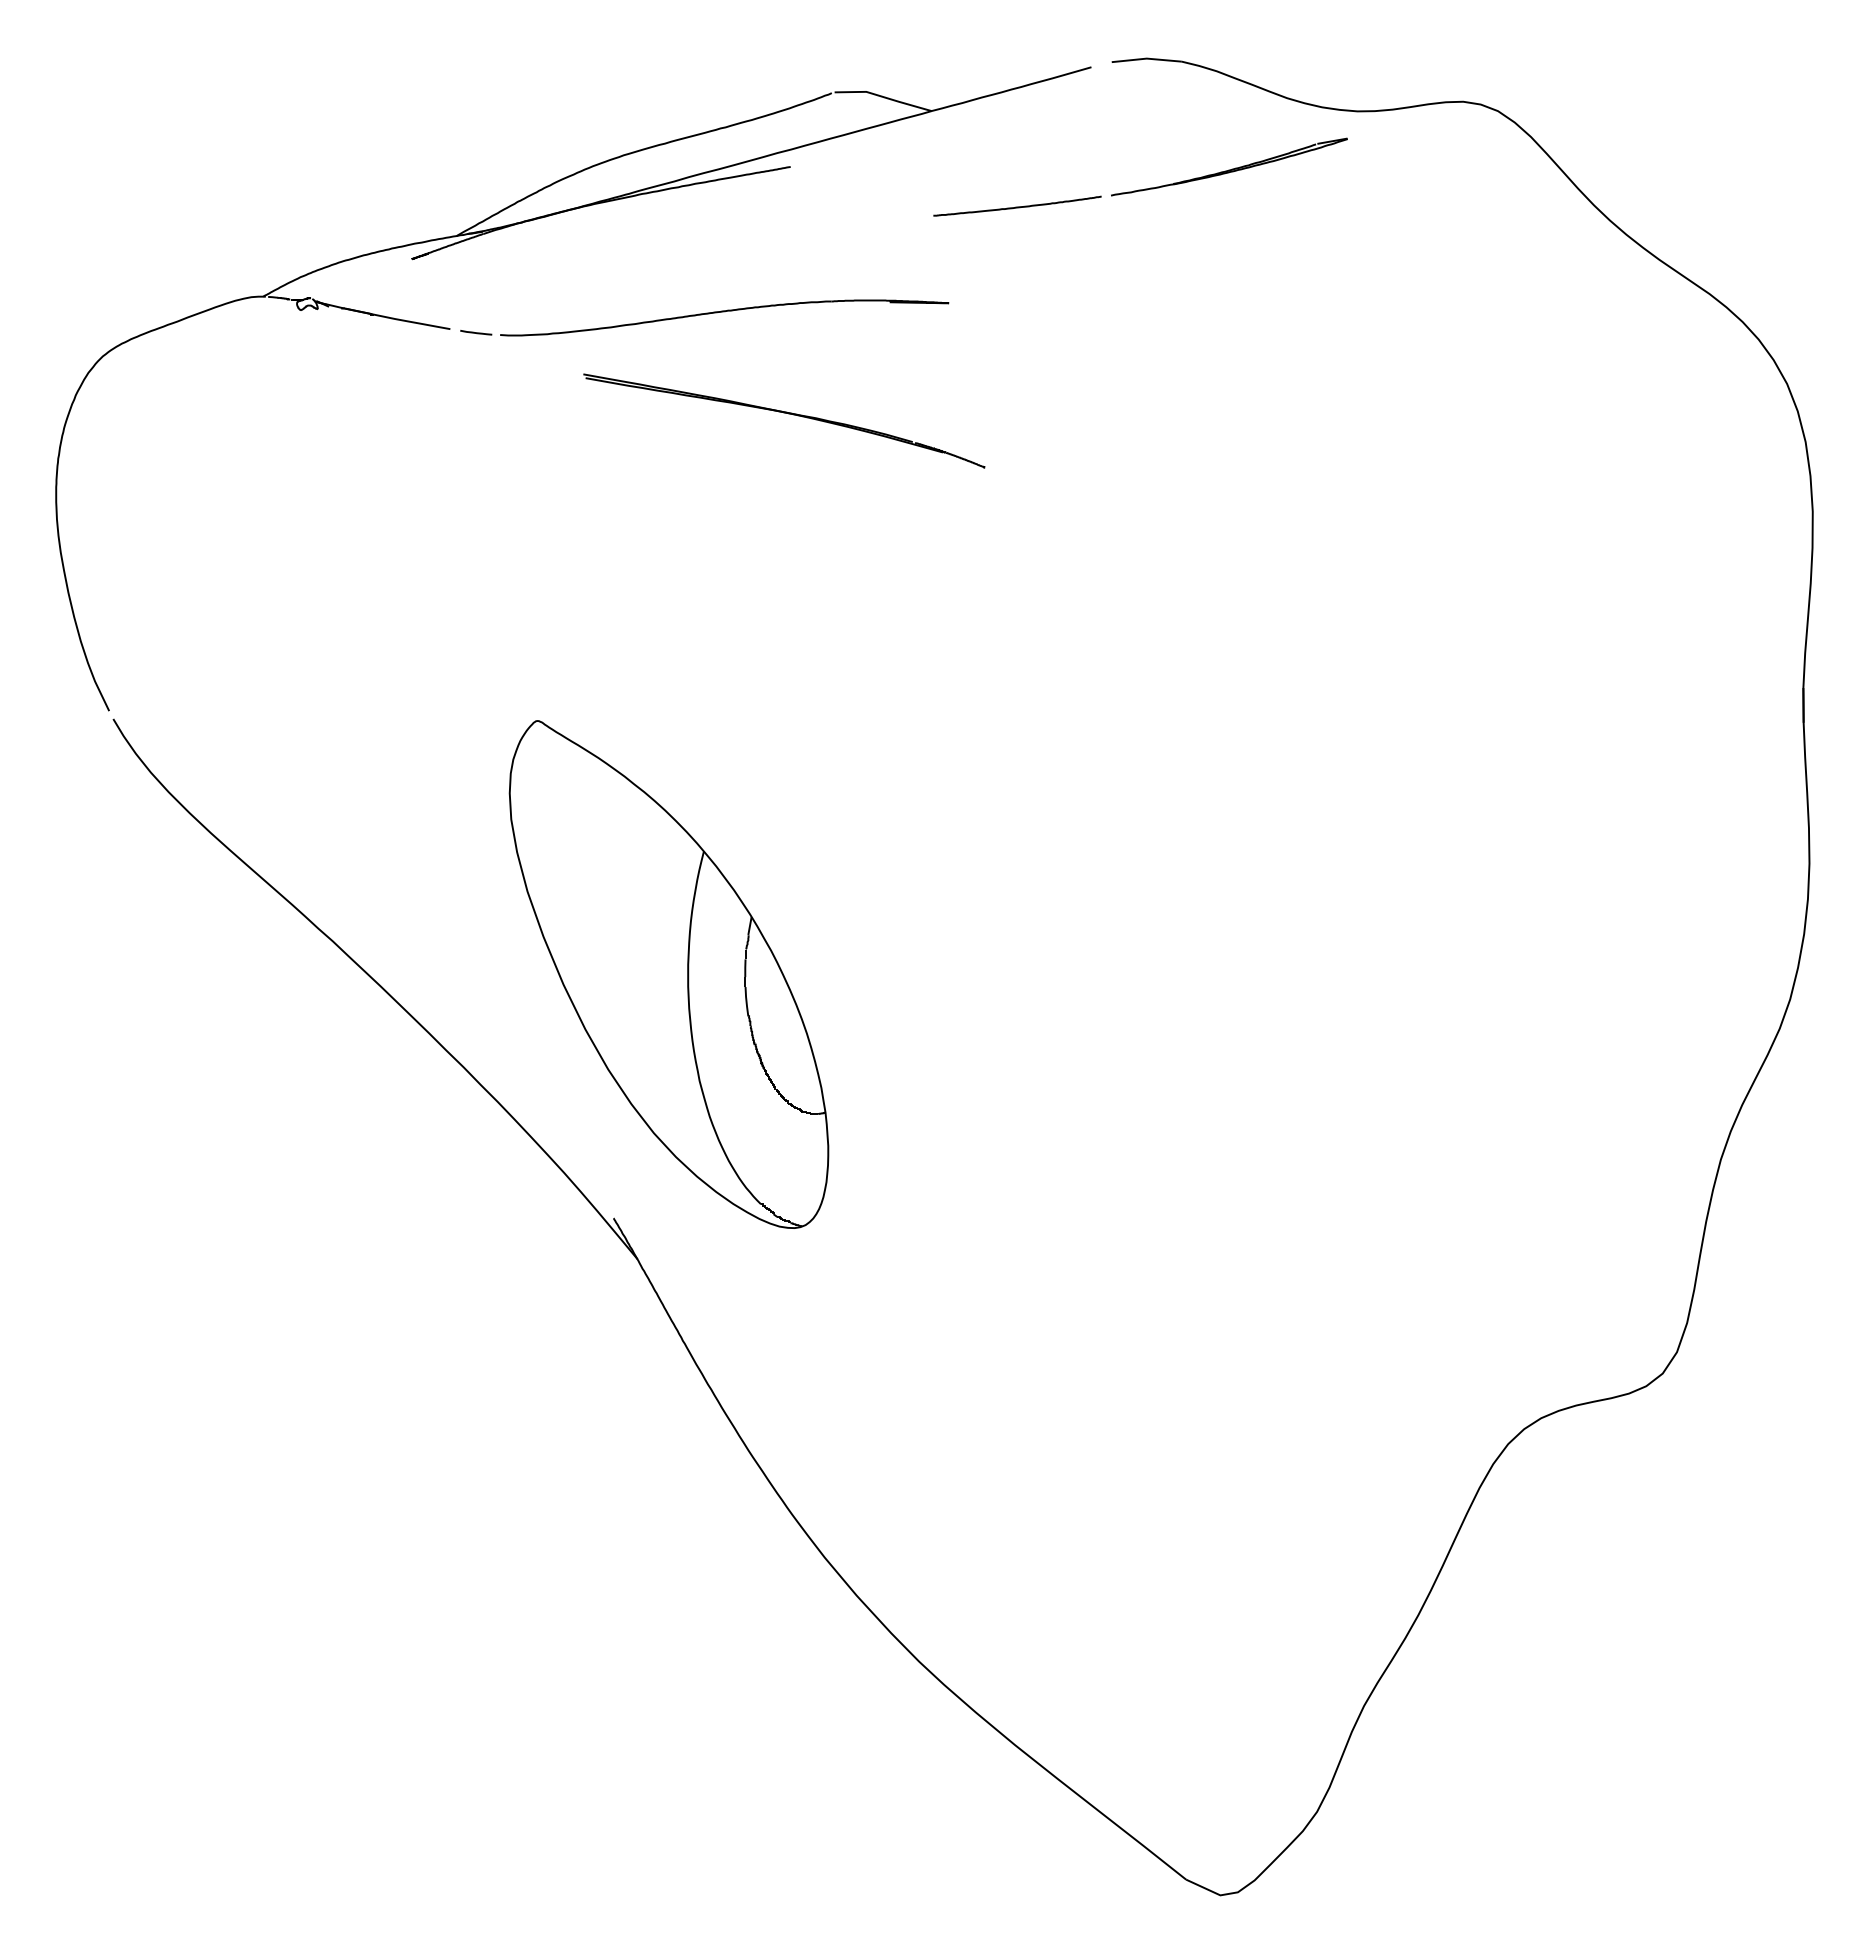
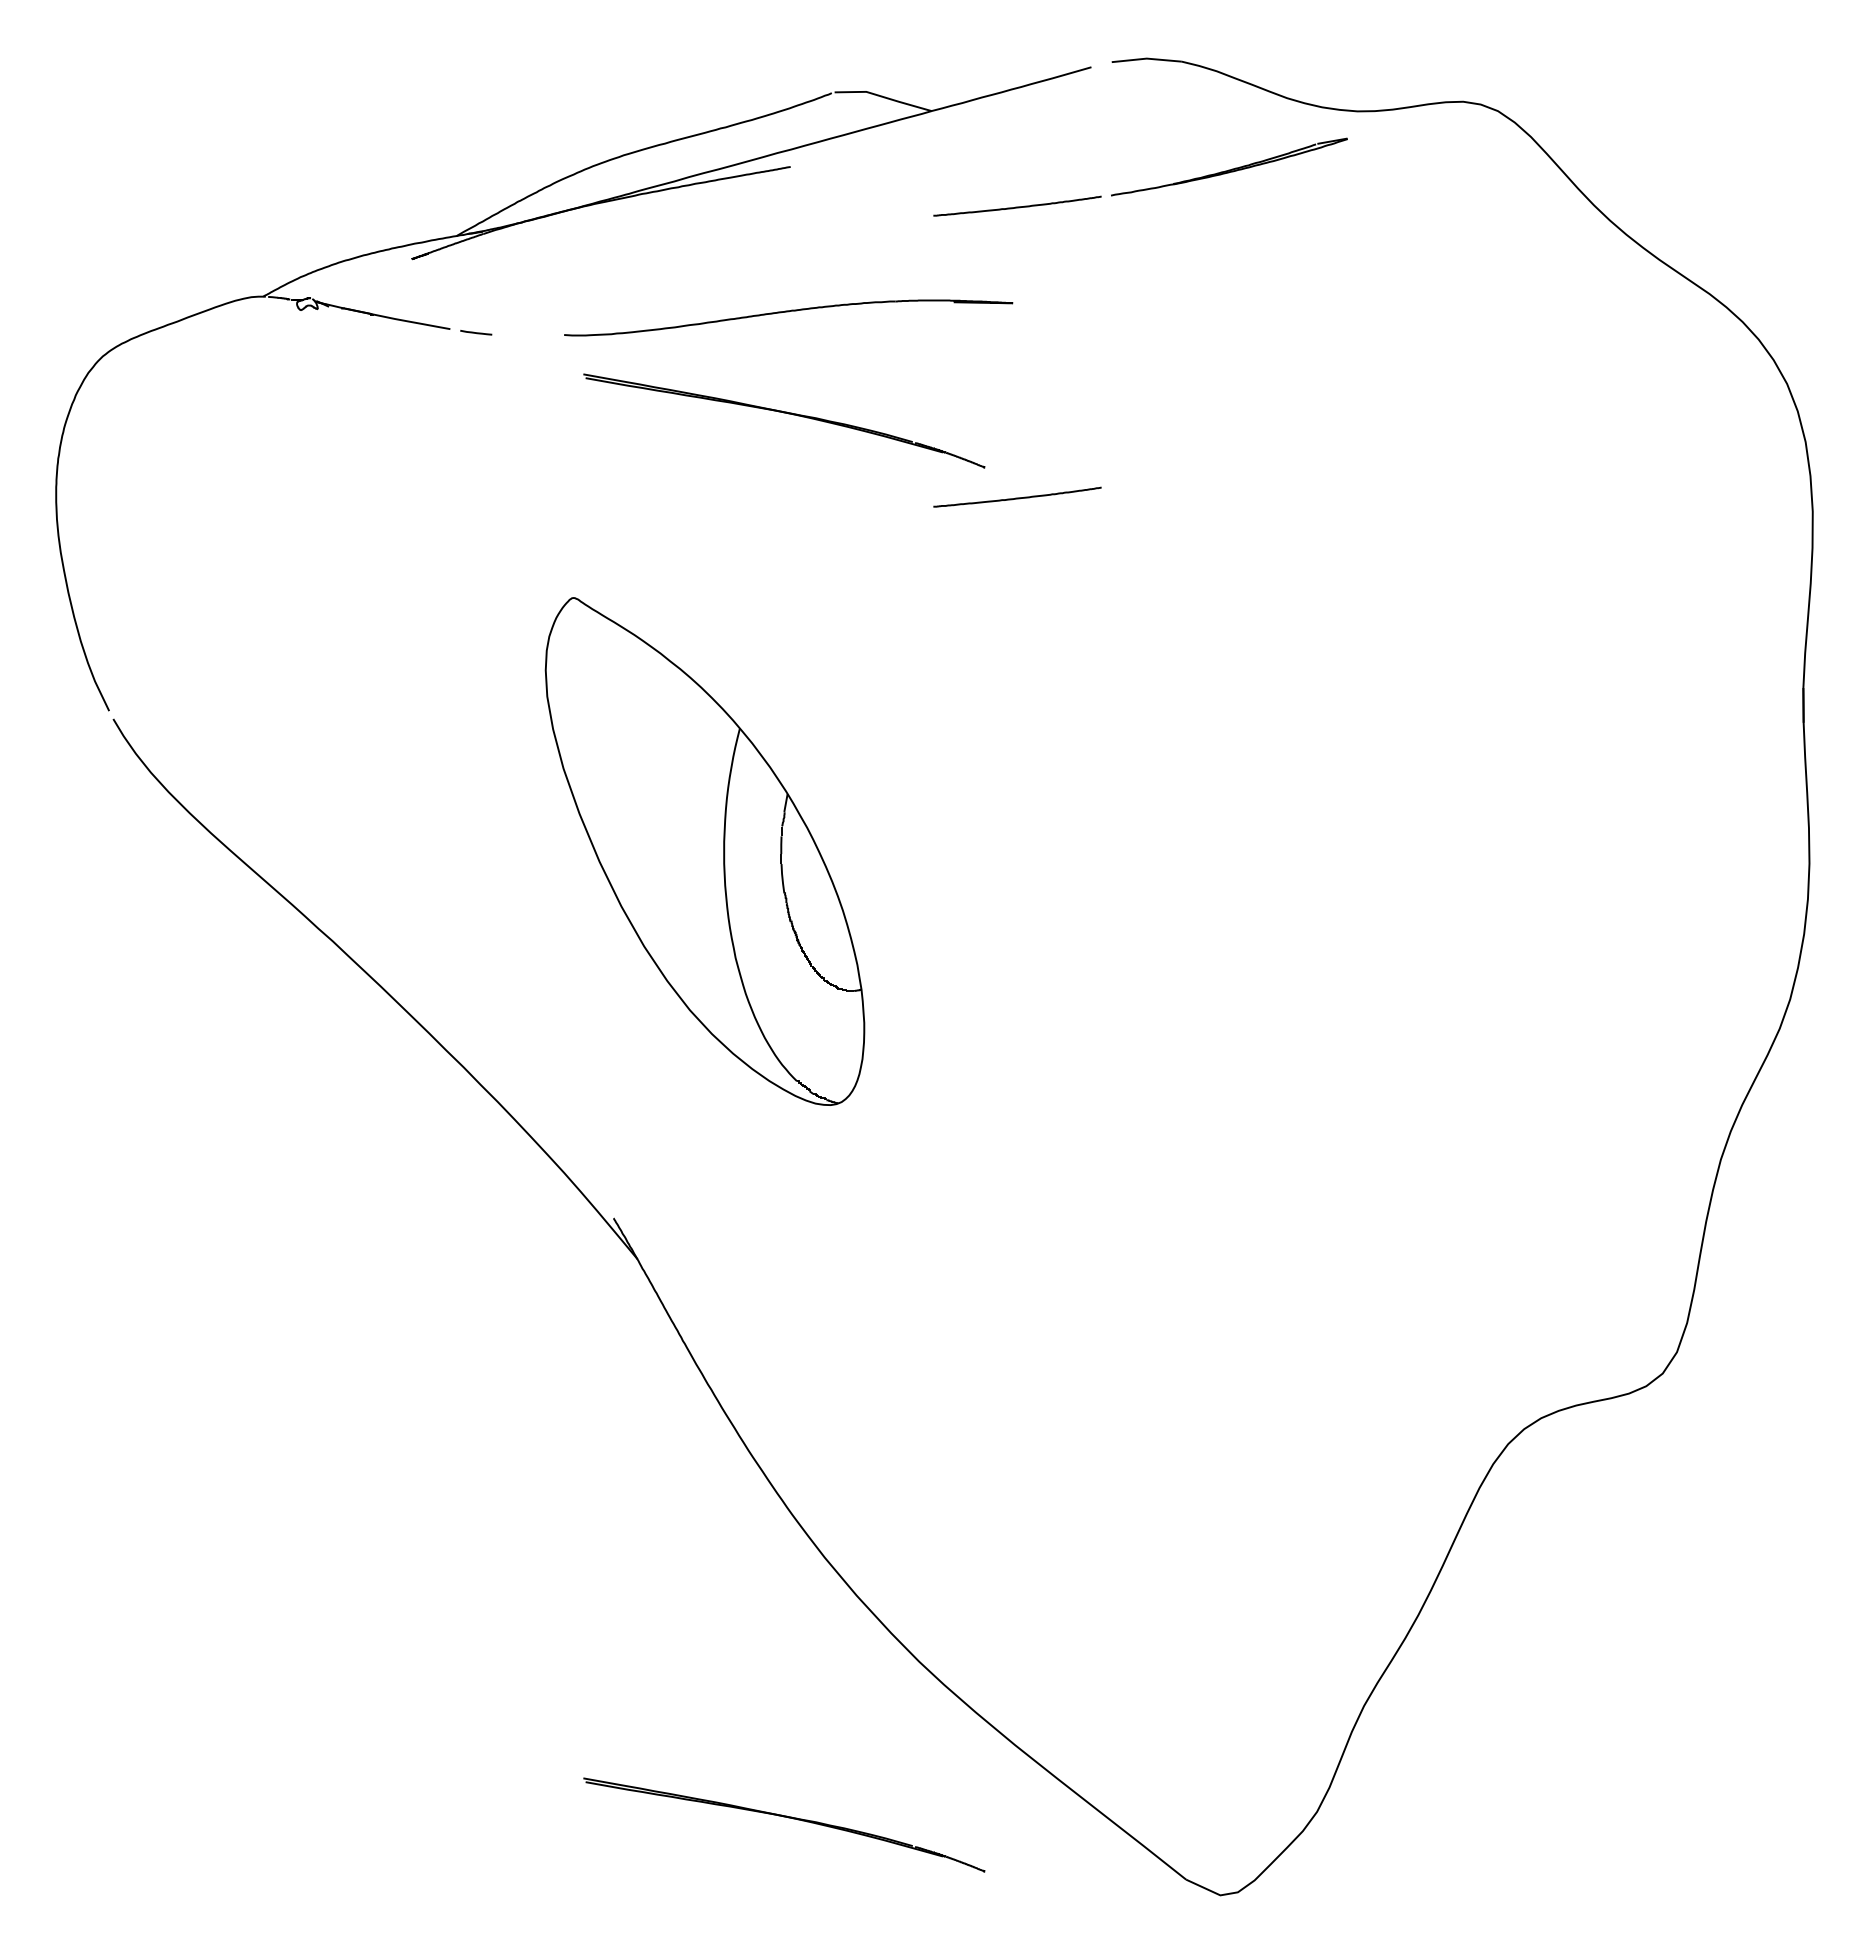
part at (724, 317) position: (724, 317) -> (788, 317)
curve at (1017, 497): none -> present
part at (668, 974) position: (668, 974) -> (704, 851)
part at (784, 1817): none -> present
